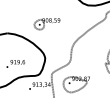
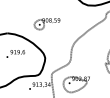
text at (15, 63) position: (15, 63) -> (15, 53)
